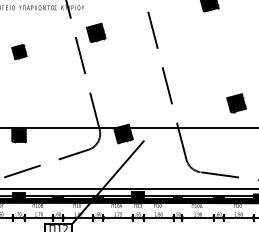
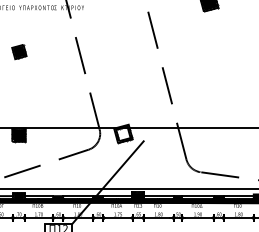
part at (96, 32): present -> none
part at (236, 103): present -> none
fill at (123, 133): present -> none
